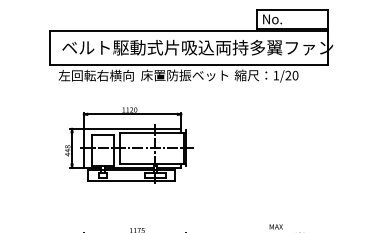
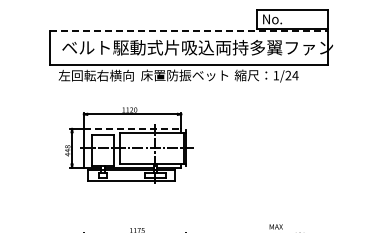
line at (189, 30): solid -> dashed
text at (295, 75): 1/20 -> 1/24
line at (132, 128): solid -> dashed
